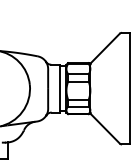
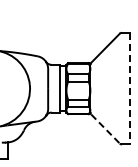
line at (130, 88): solid -> dashed
line at (105, 129): solid -> dashed
